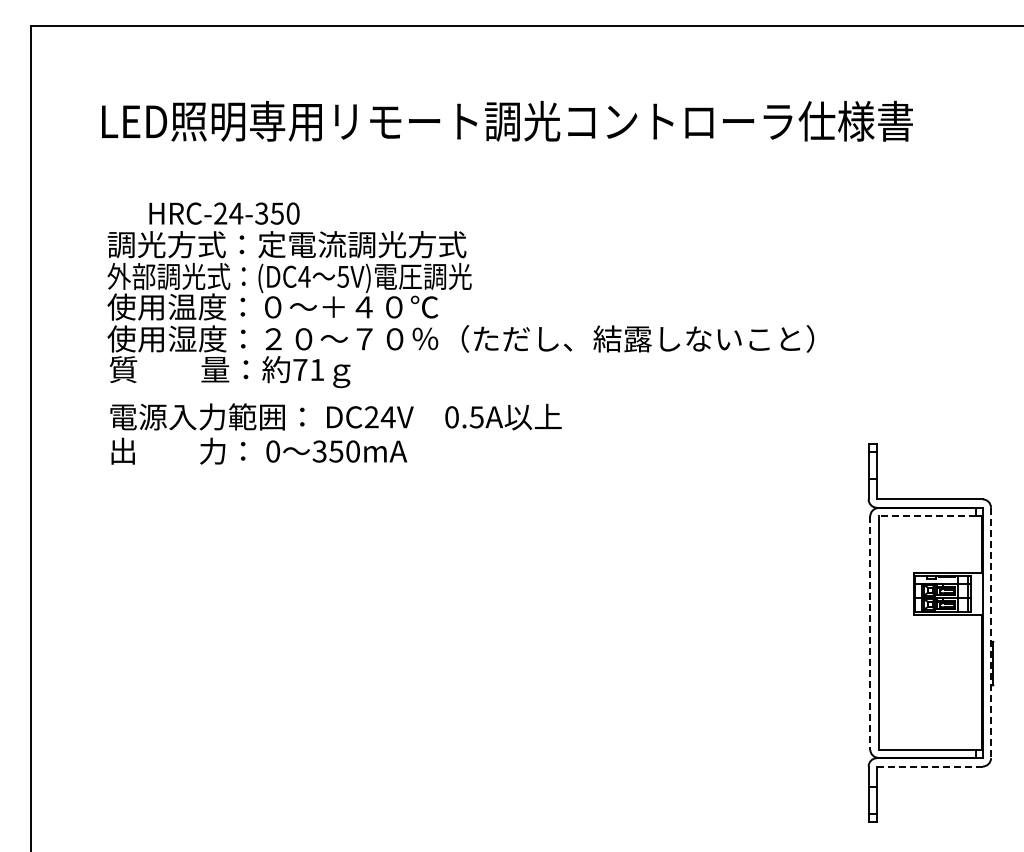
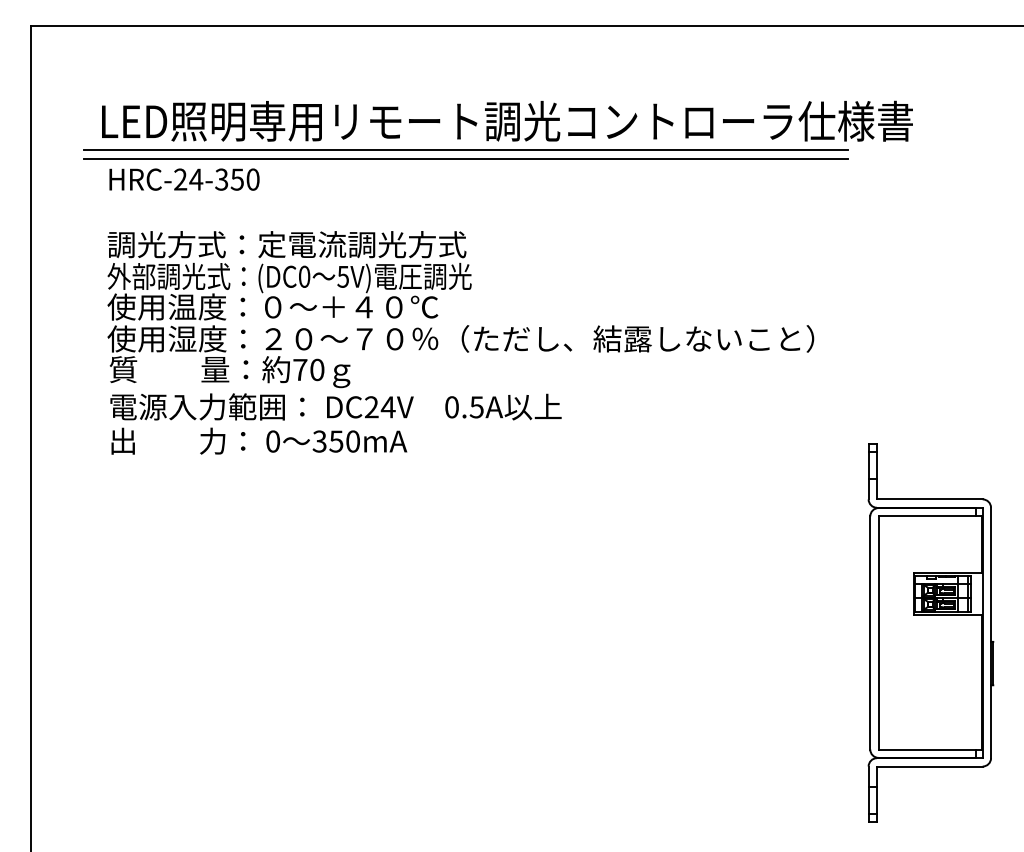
line at (465, 149): none -> present
line at (465, 159): none -> present
text at (224, 213) position: (224, 213) -> (184, 179)
text at (304, 276): (DC4 -> (DC0
text at (317, 369): 71 -> 70
text at (335, 433) position: (335, 433) -> (335, 423)
line at (927, 516): dashed -> solid
line at (870, 632): dashed -> solid
line at (991, 633): dashed -> solid
line at (929, 766): dashed -> solid
